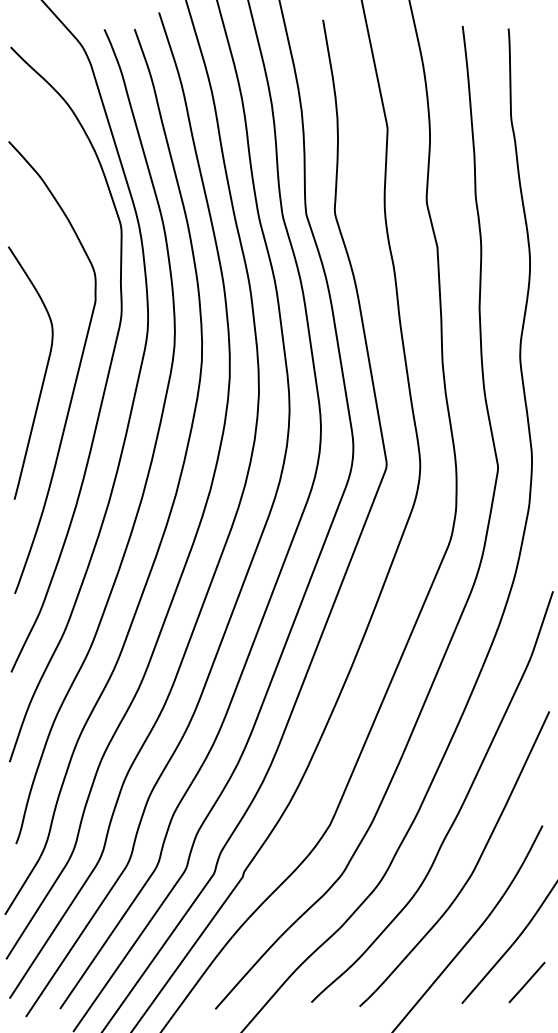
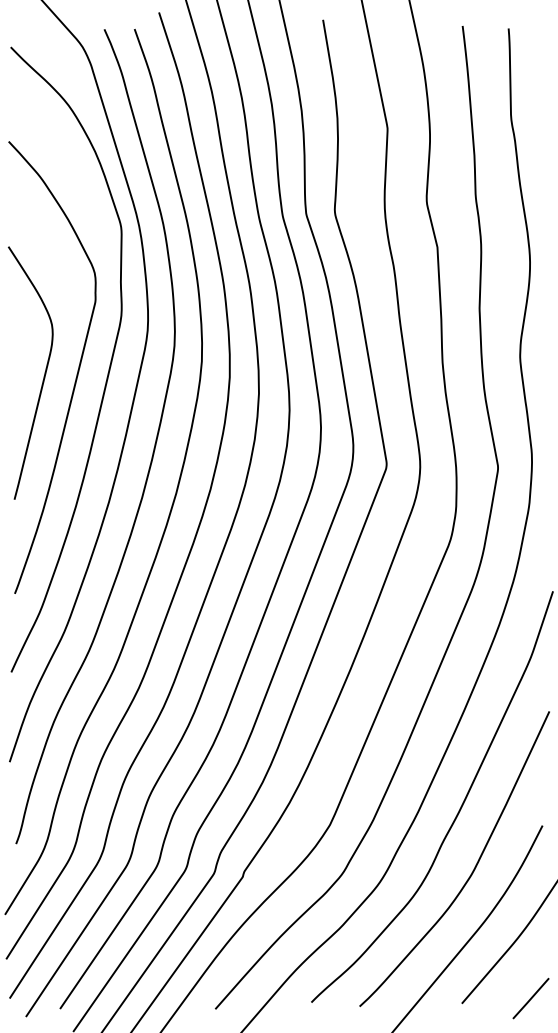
line at (526, 982) position: (526, 982) -> (530, 998)
